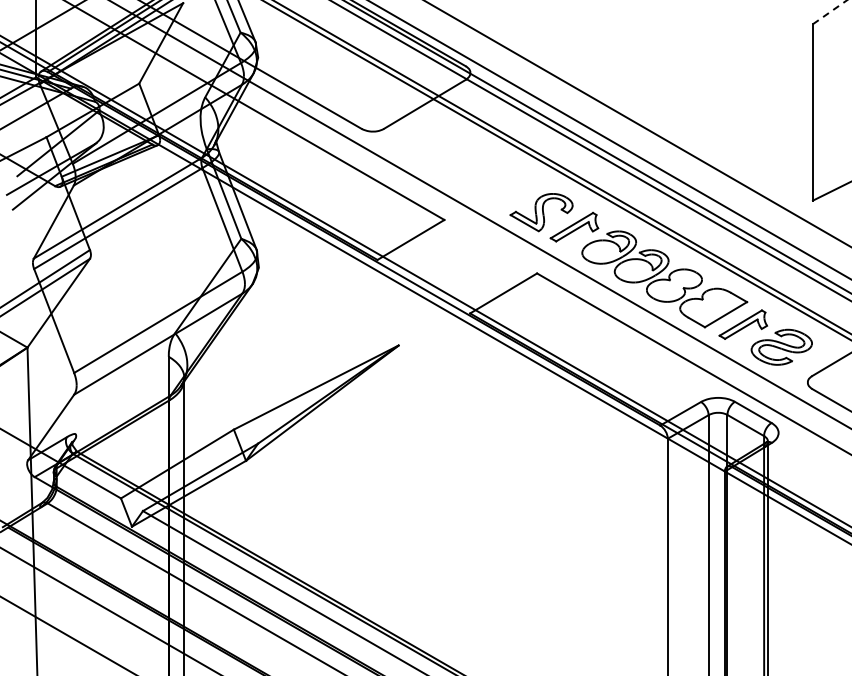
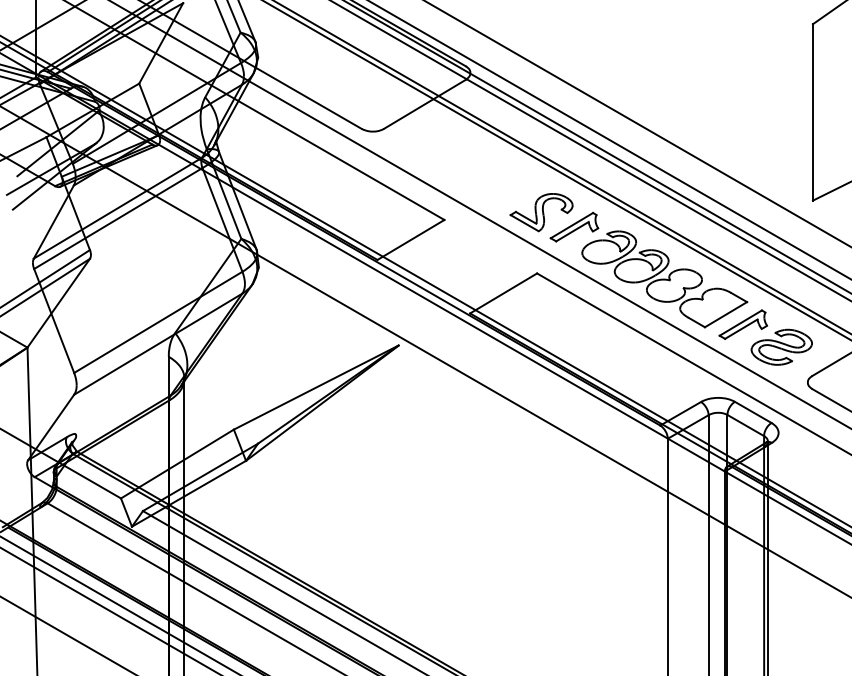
line at (829, 12): dashed -> solid
line at (425, 351): none -> present
line at (119, 604): none -> present
